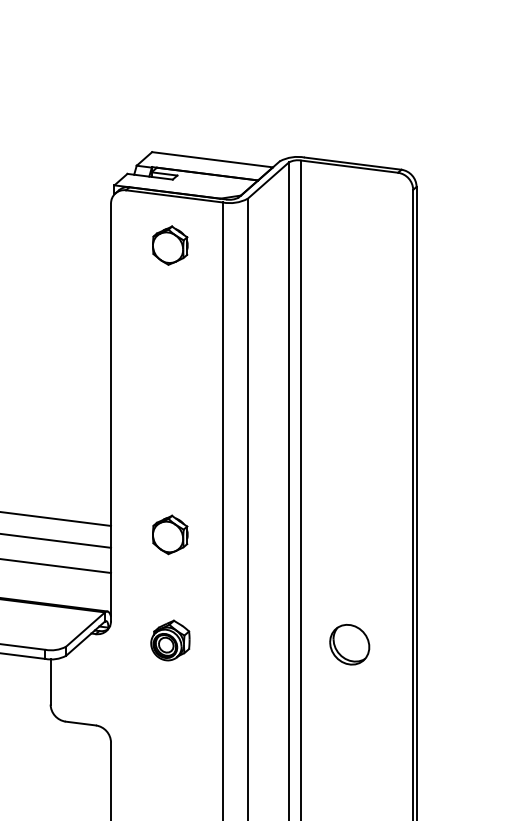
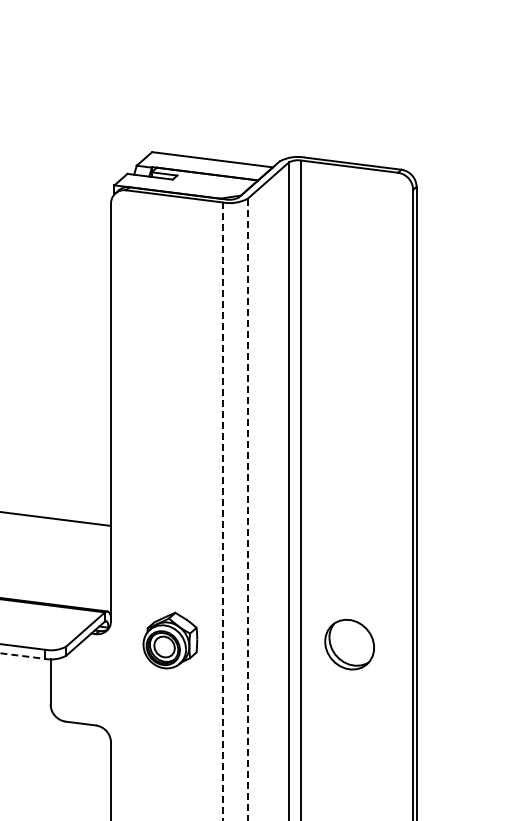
part at (170, 245): present -> none
line at (247, 509): solid -> dashed
line at (222, 511): solid -> dashed
part at (170, 534): present -> none
line at (56, 540): present -> none
line at (56, 566): present -> none
part at (170, 640) size: 41x43 px -> 57x59 px
part at (349, 644) size: 42x42 px -> 51x53 px
line at (23, 656): solid -> dashed
